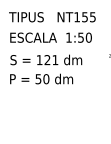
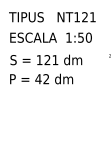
text at (88, 17): NT155 -> NT121
text at (42, 79): 50 -> 42
